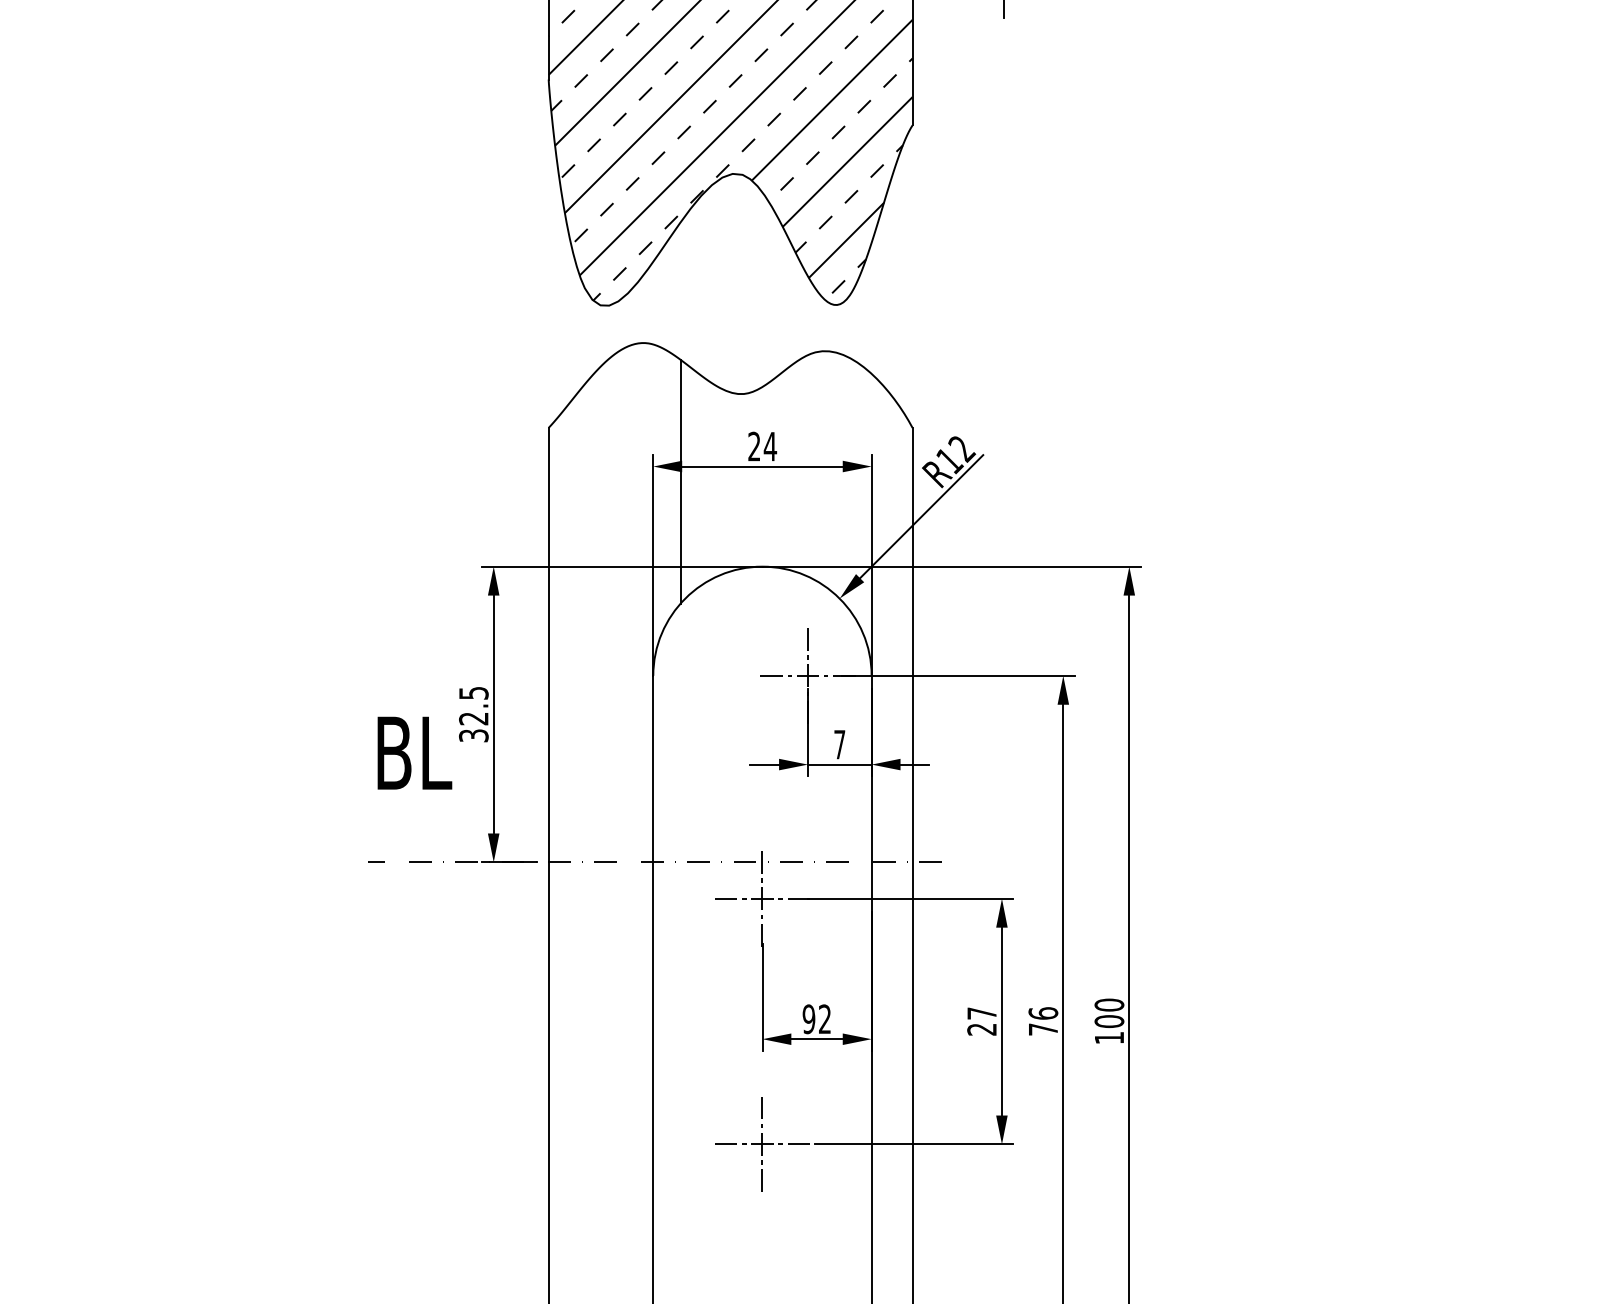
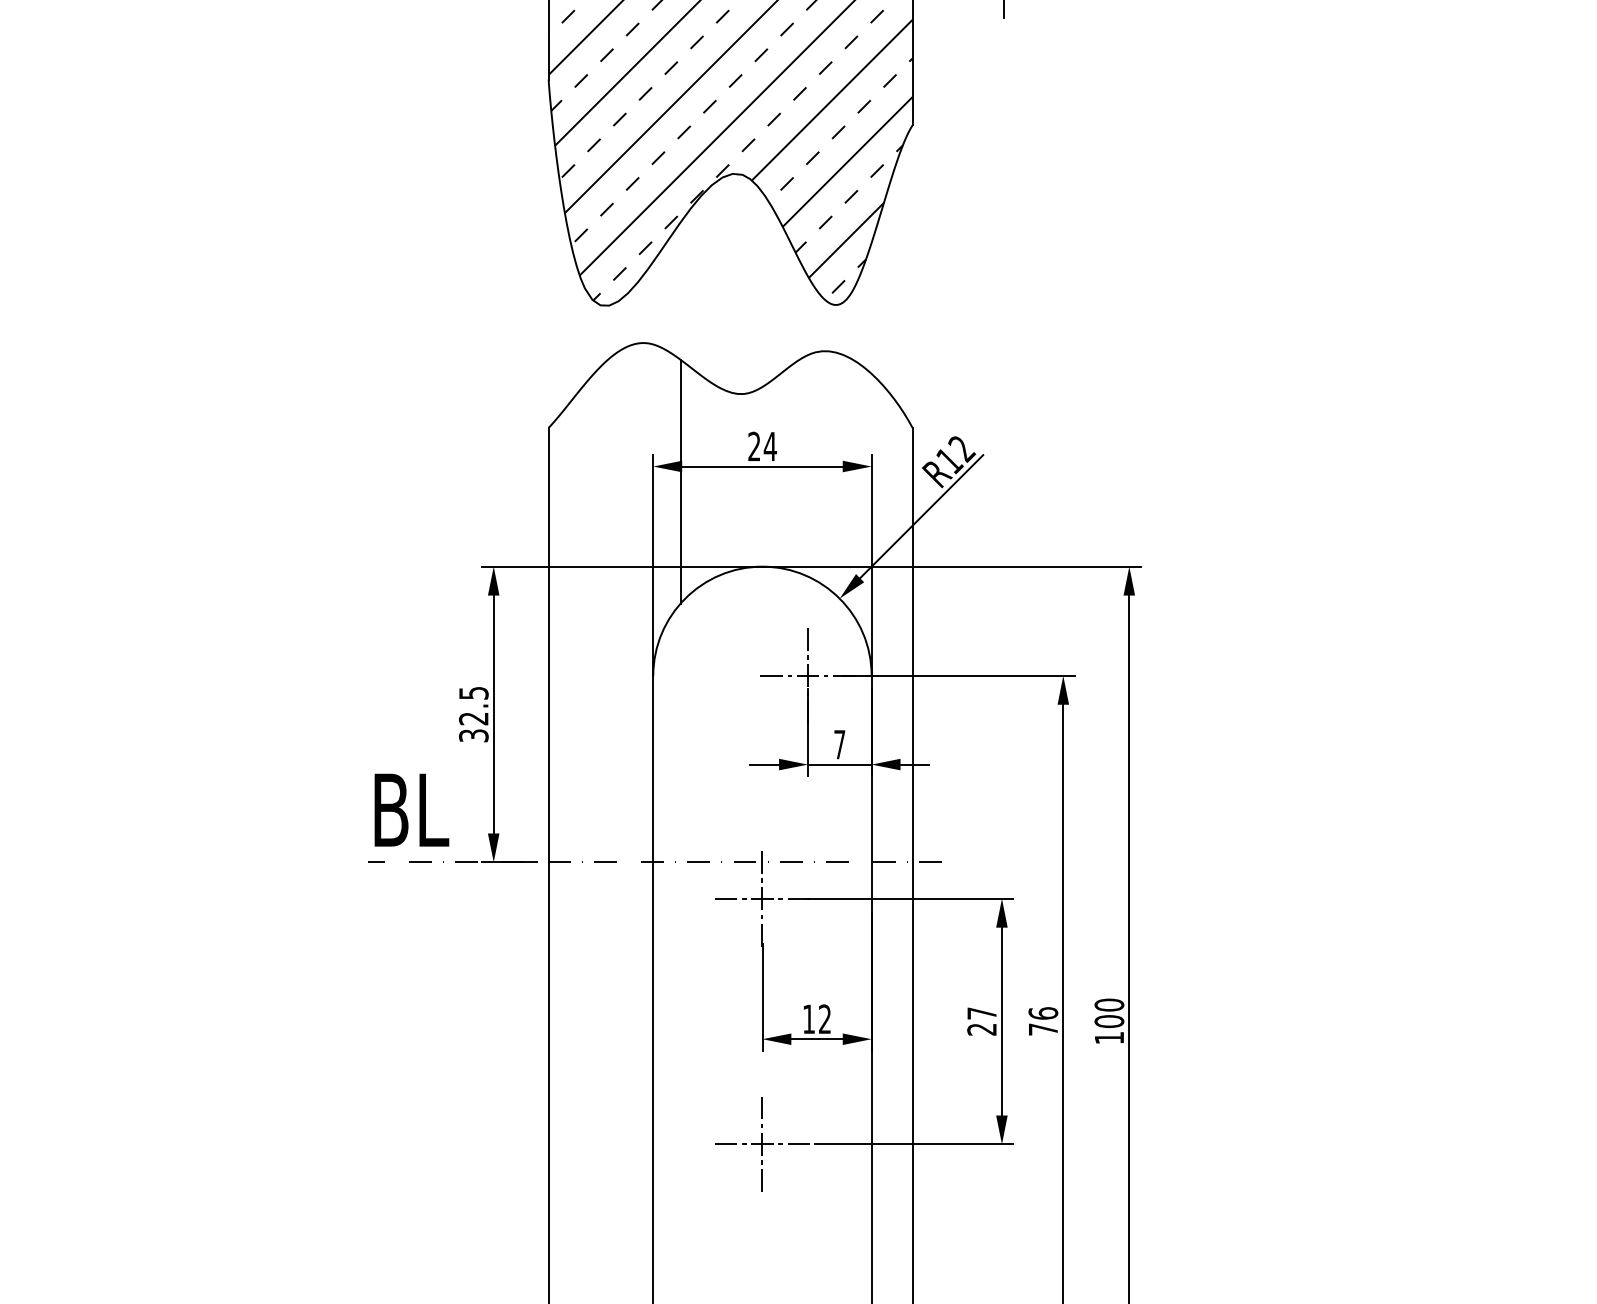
text at (414, 752) position: (414, 752) -> (411, 809)
text at (808, 1019): 92 -> 12
